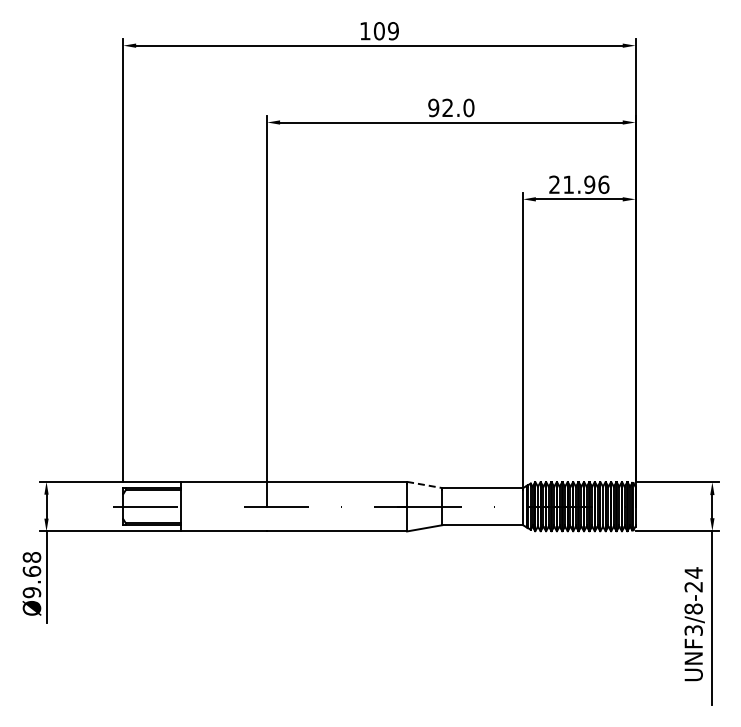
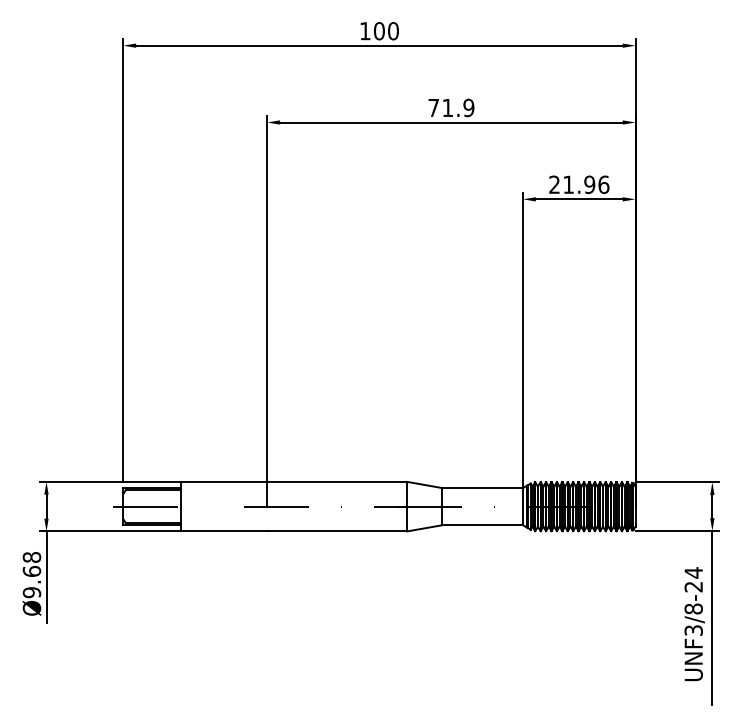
text at (393, 31): 109 -> 100
text at (451, 107): 92.0 -> 71.9
line at (424, 484): dashed -> solid
